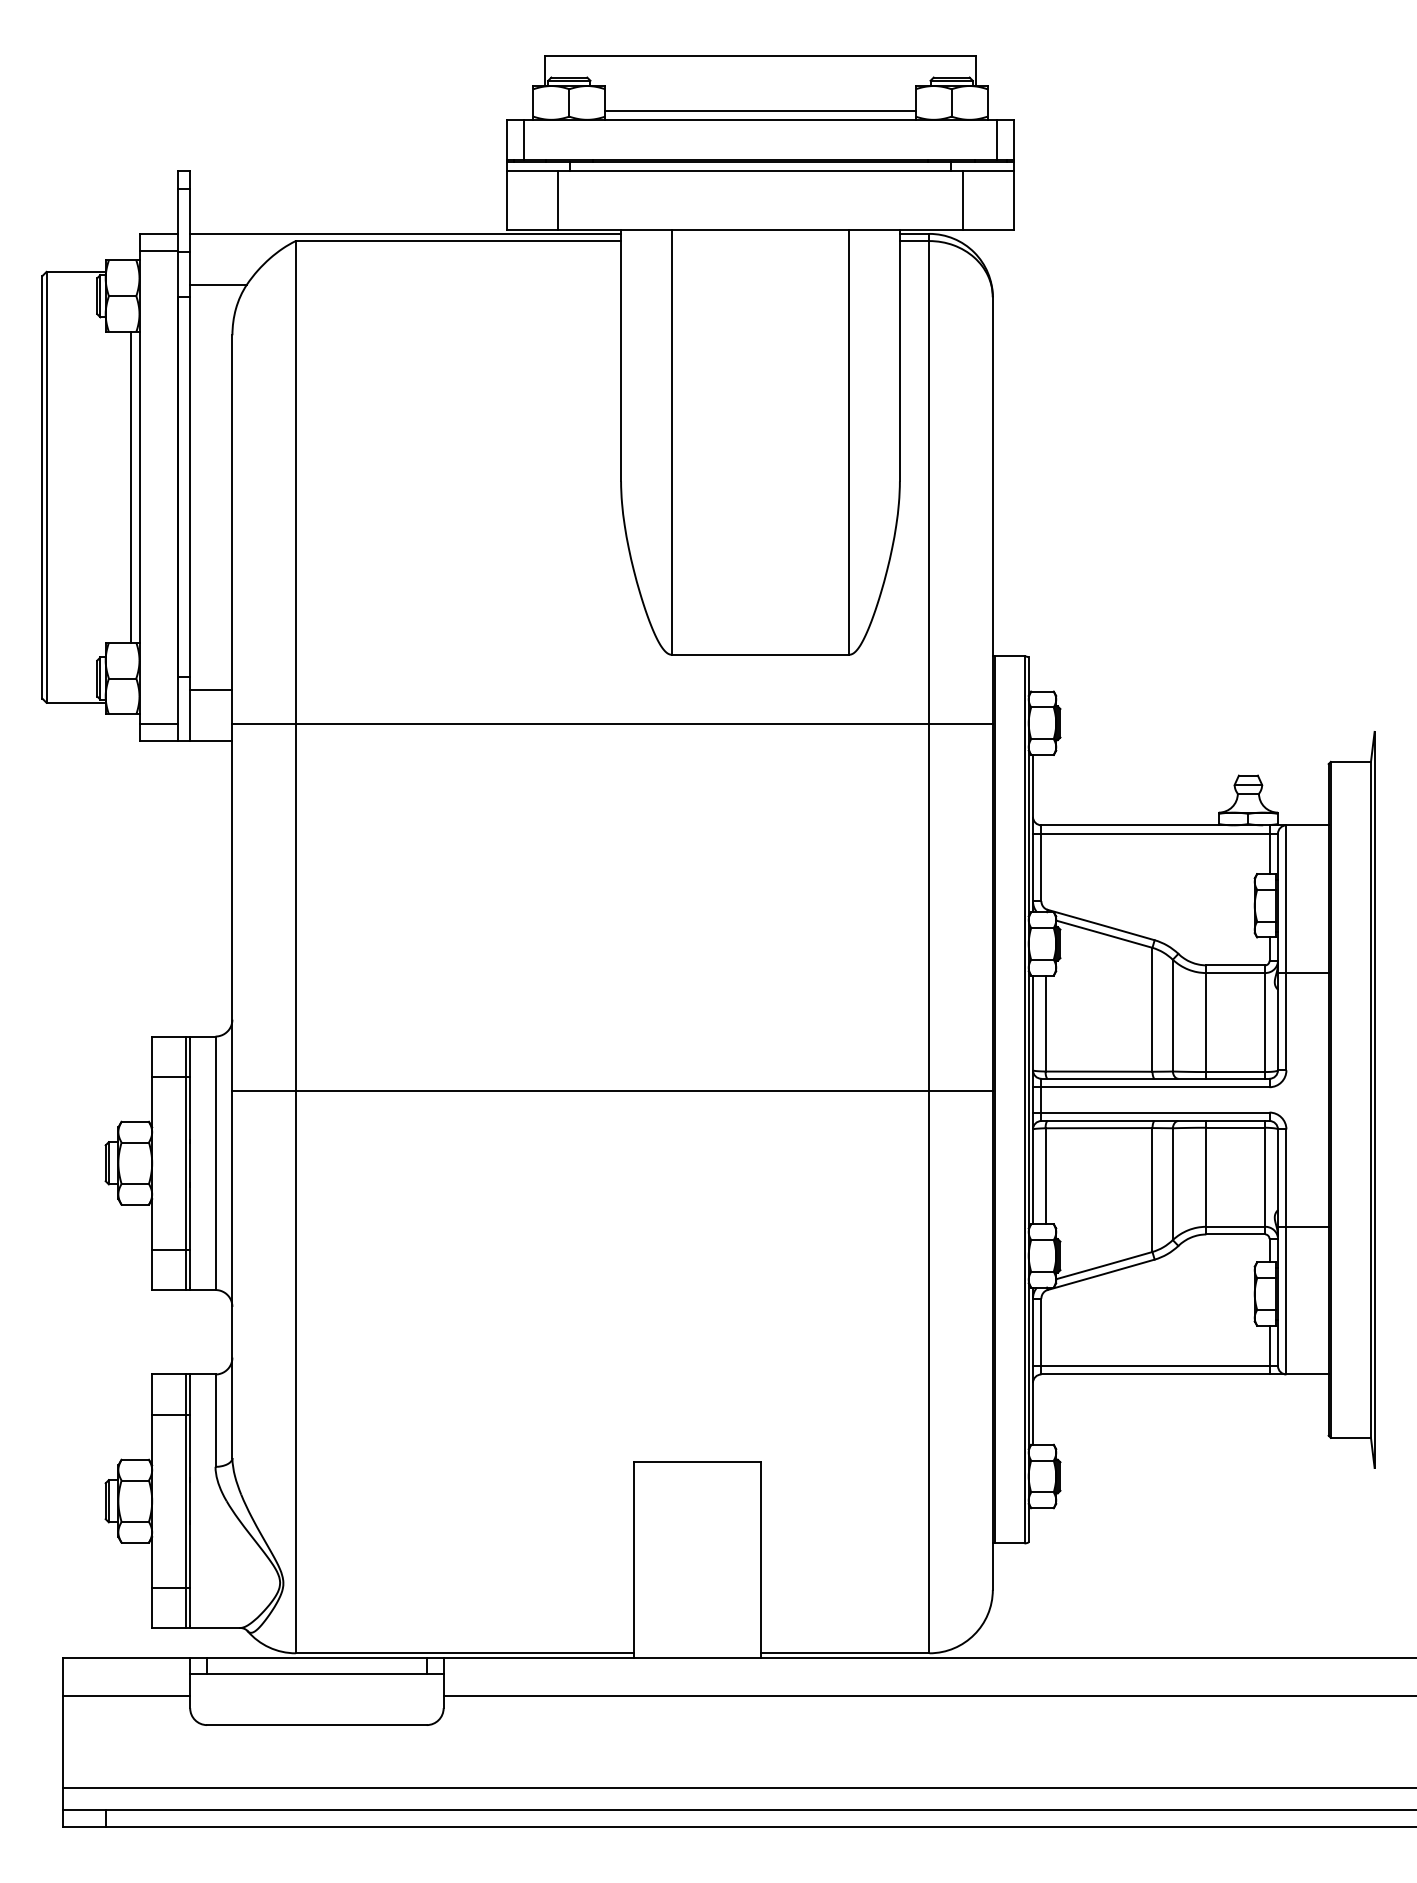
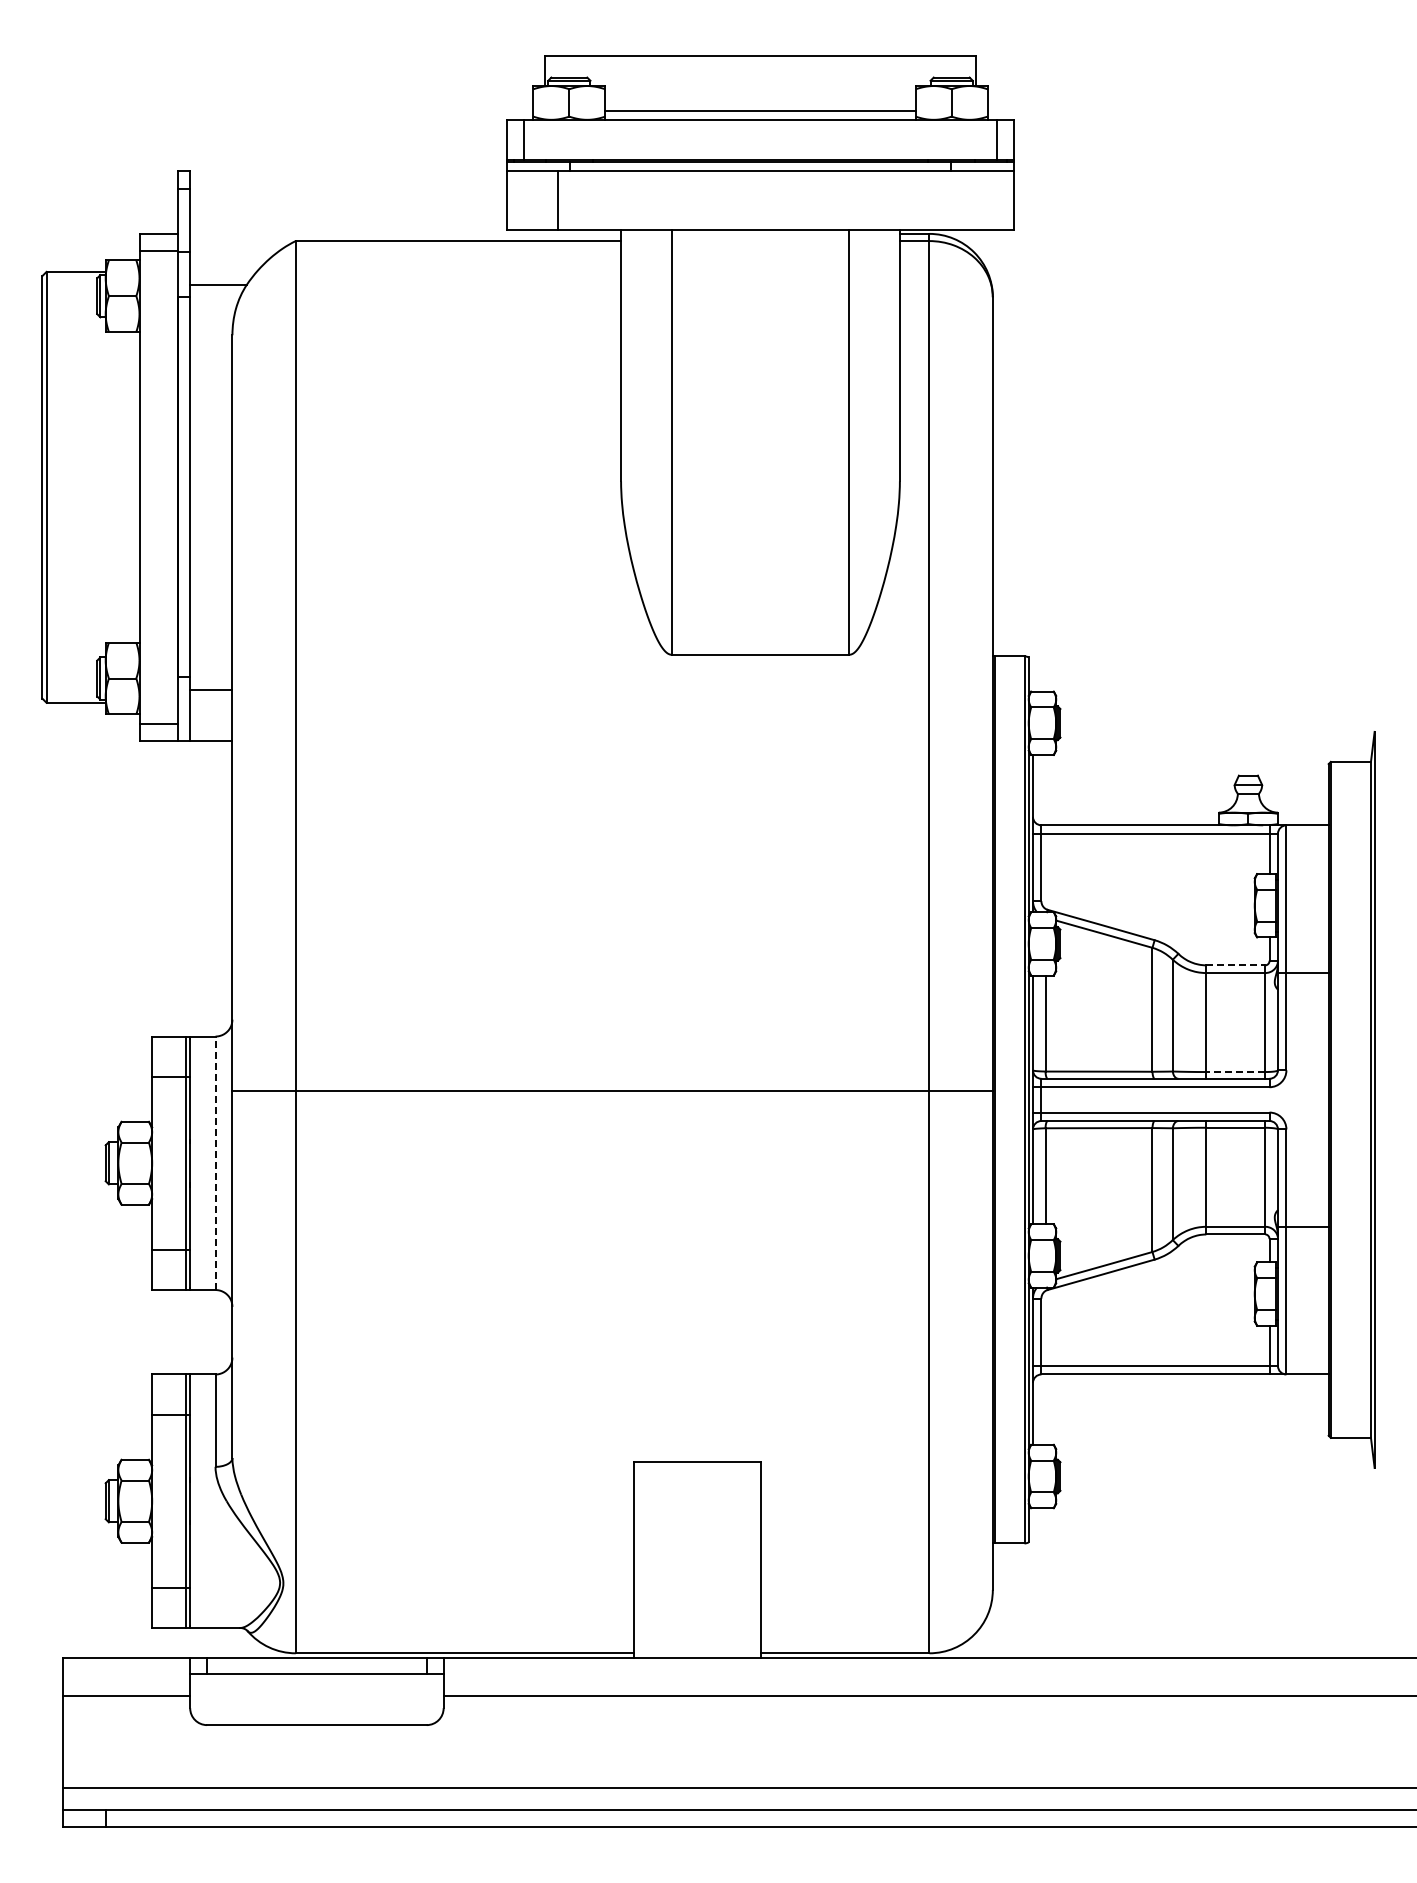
line at (963, 199): present -> none
line at (405, 233): present -> none
line at (131, 487): present -> none
line at (612, 723): present -> none
line at (1235, 965): solid -> dashed
line at (1235, 1072): solid -> dashed
line at (215, 1163): solid -> dashed
